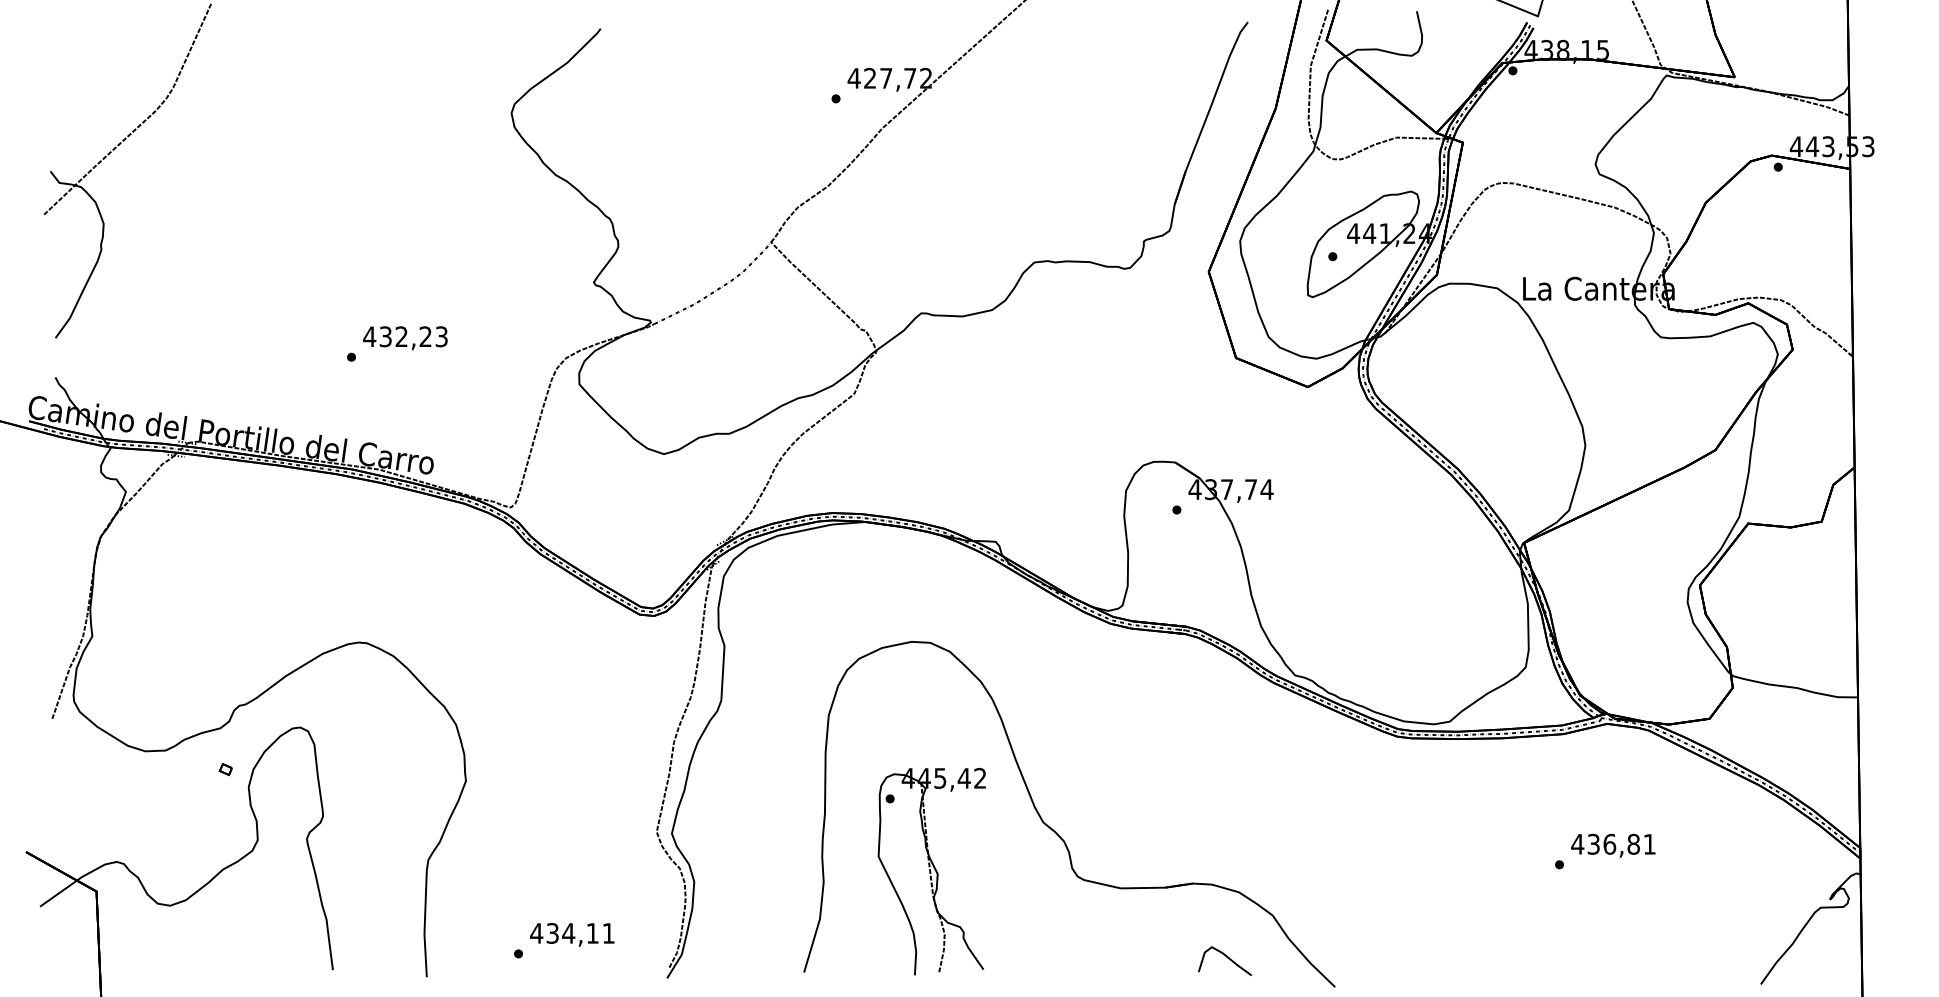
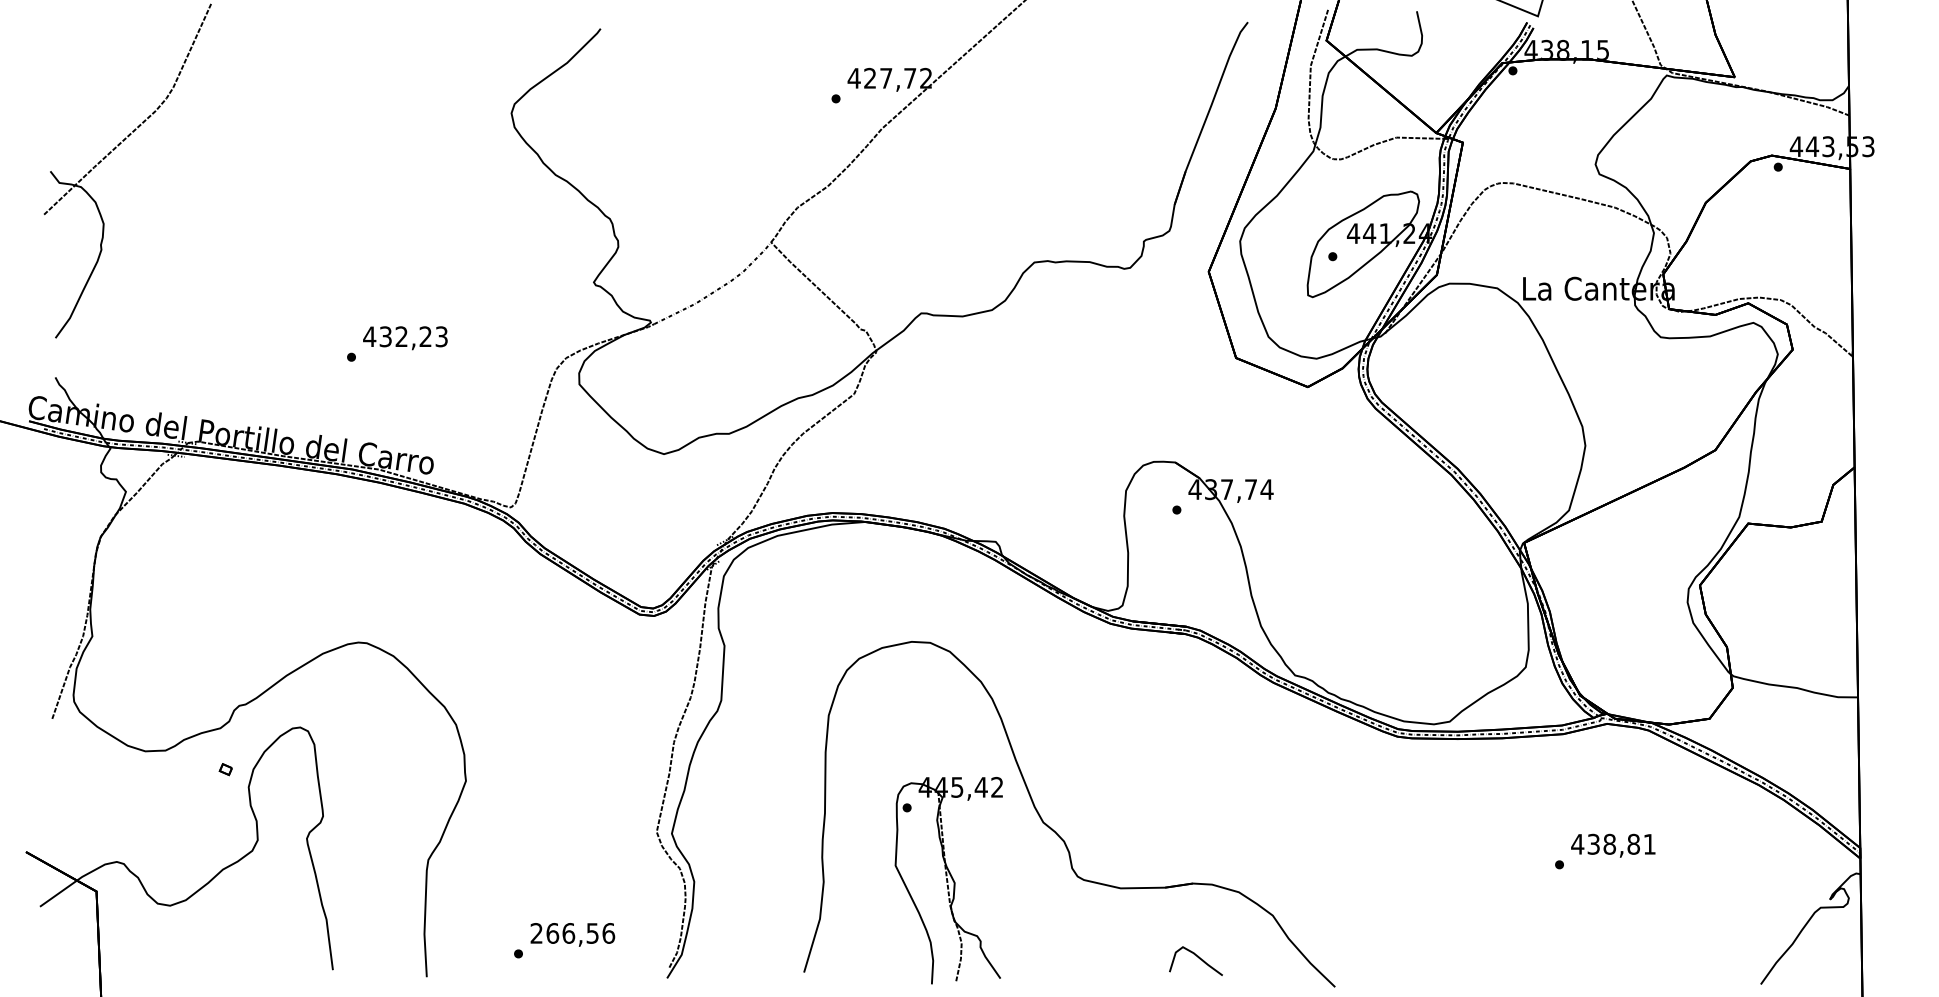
text at (1609, 843): 436,81 -> 438,81
part at (931, 871) position: (931, 871) -> (948, 880)
text at (572, 933): 434,11 -> 266,56
curve at (1226, 957) position: (1226, 957) -> (1197, 957)
